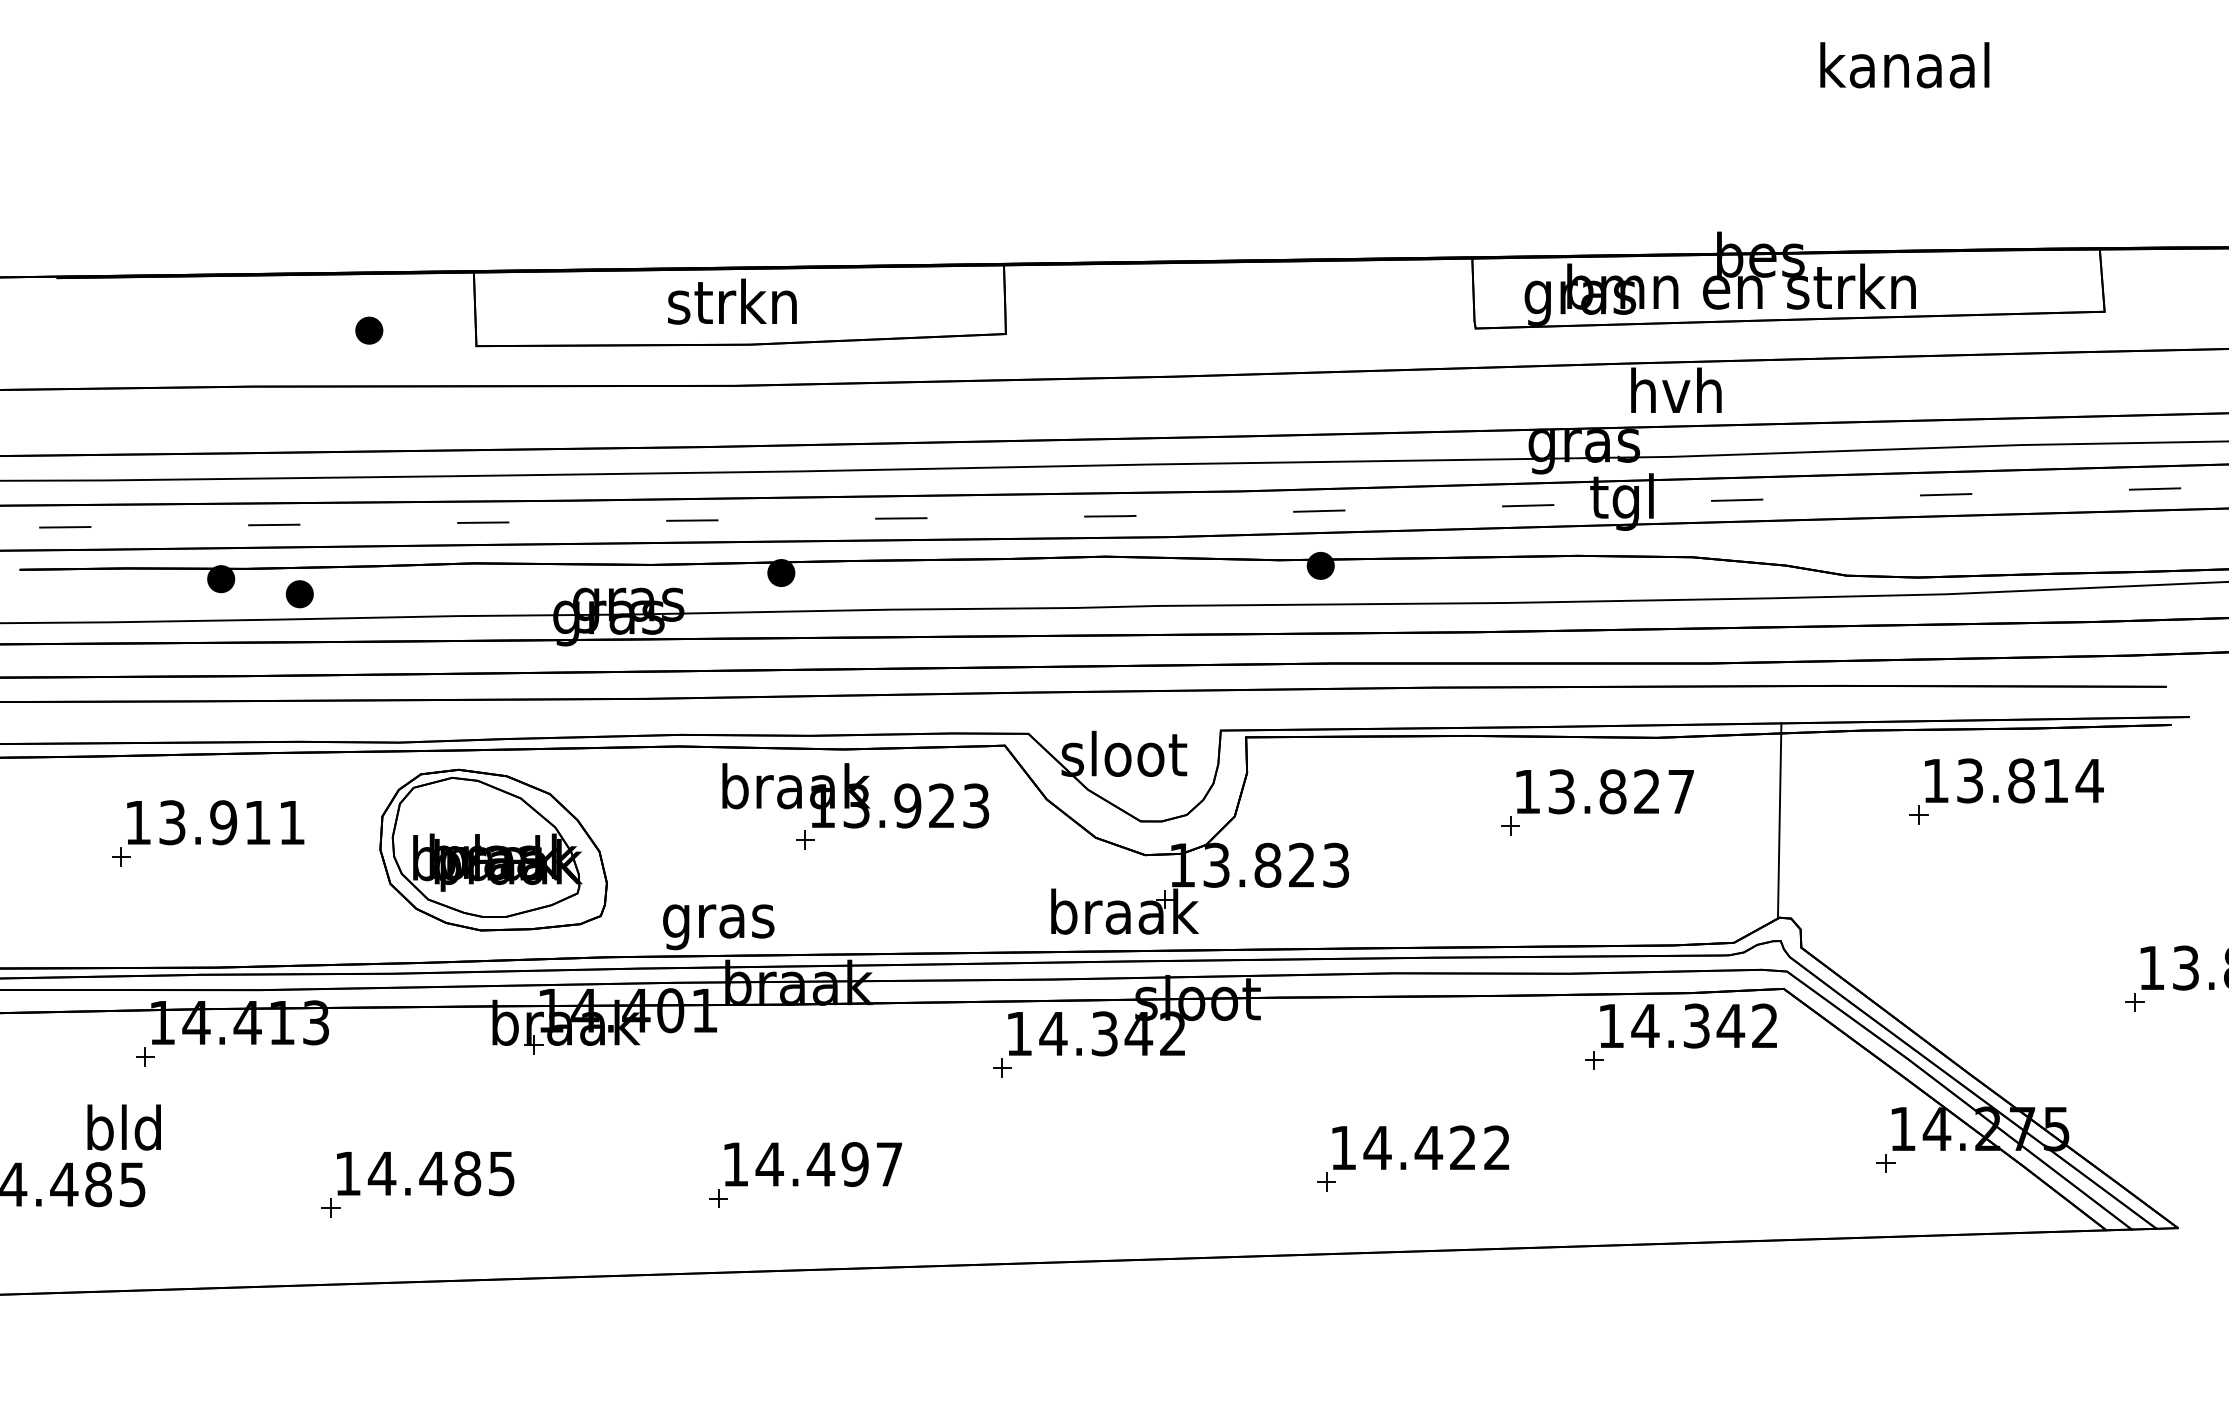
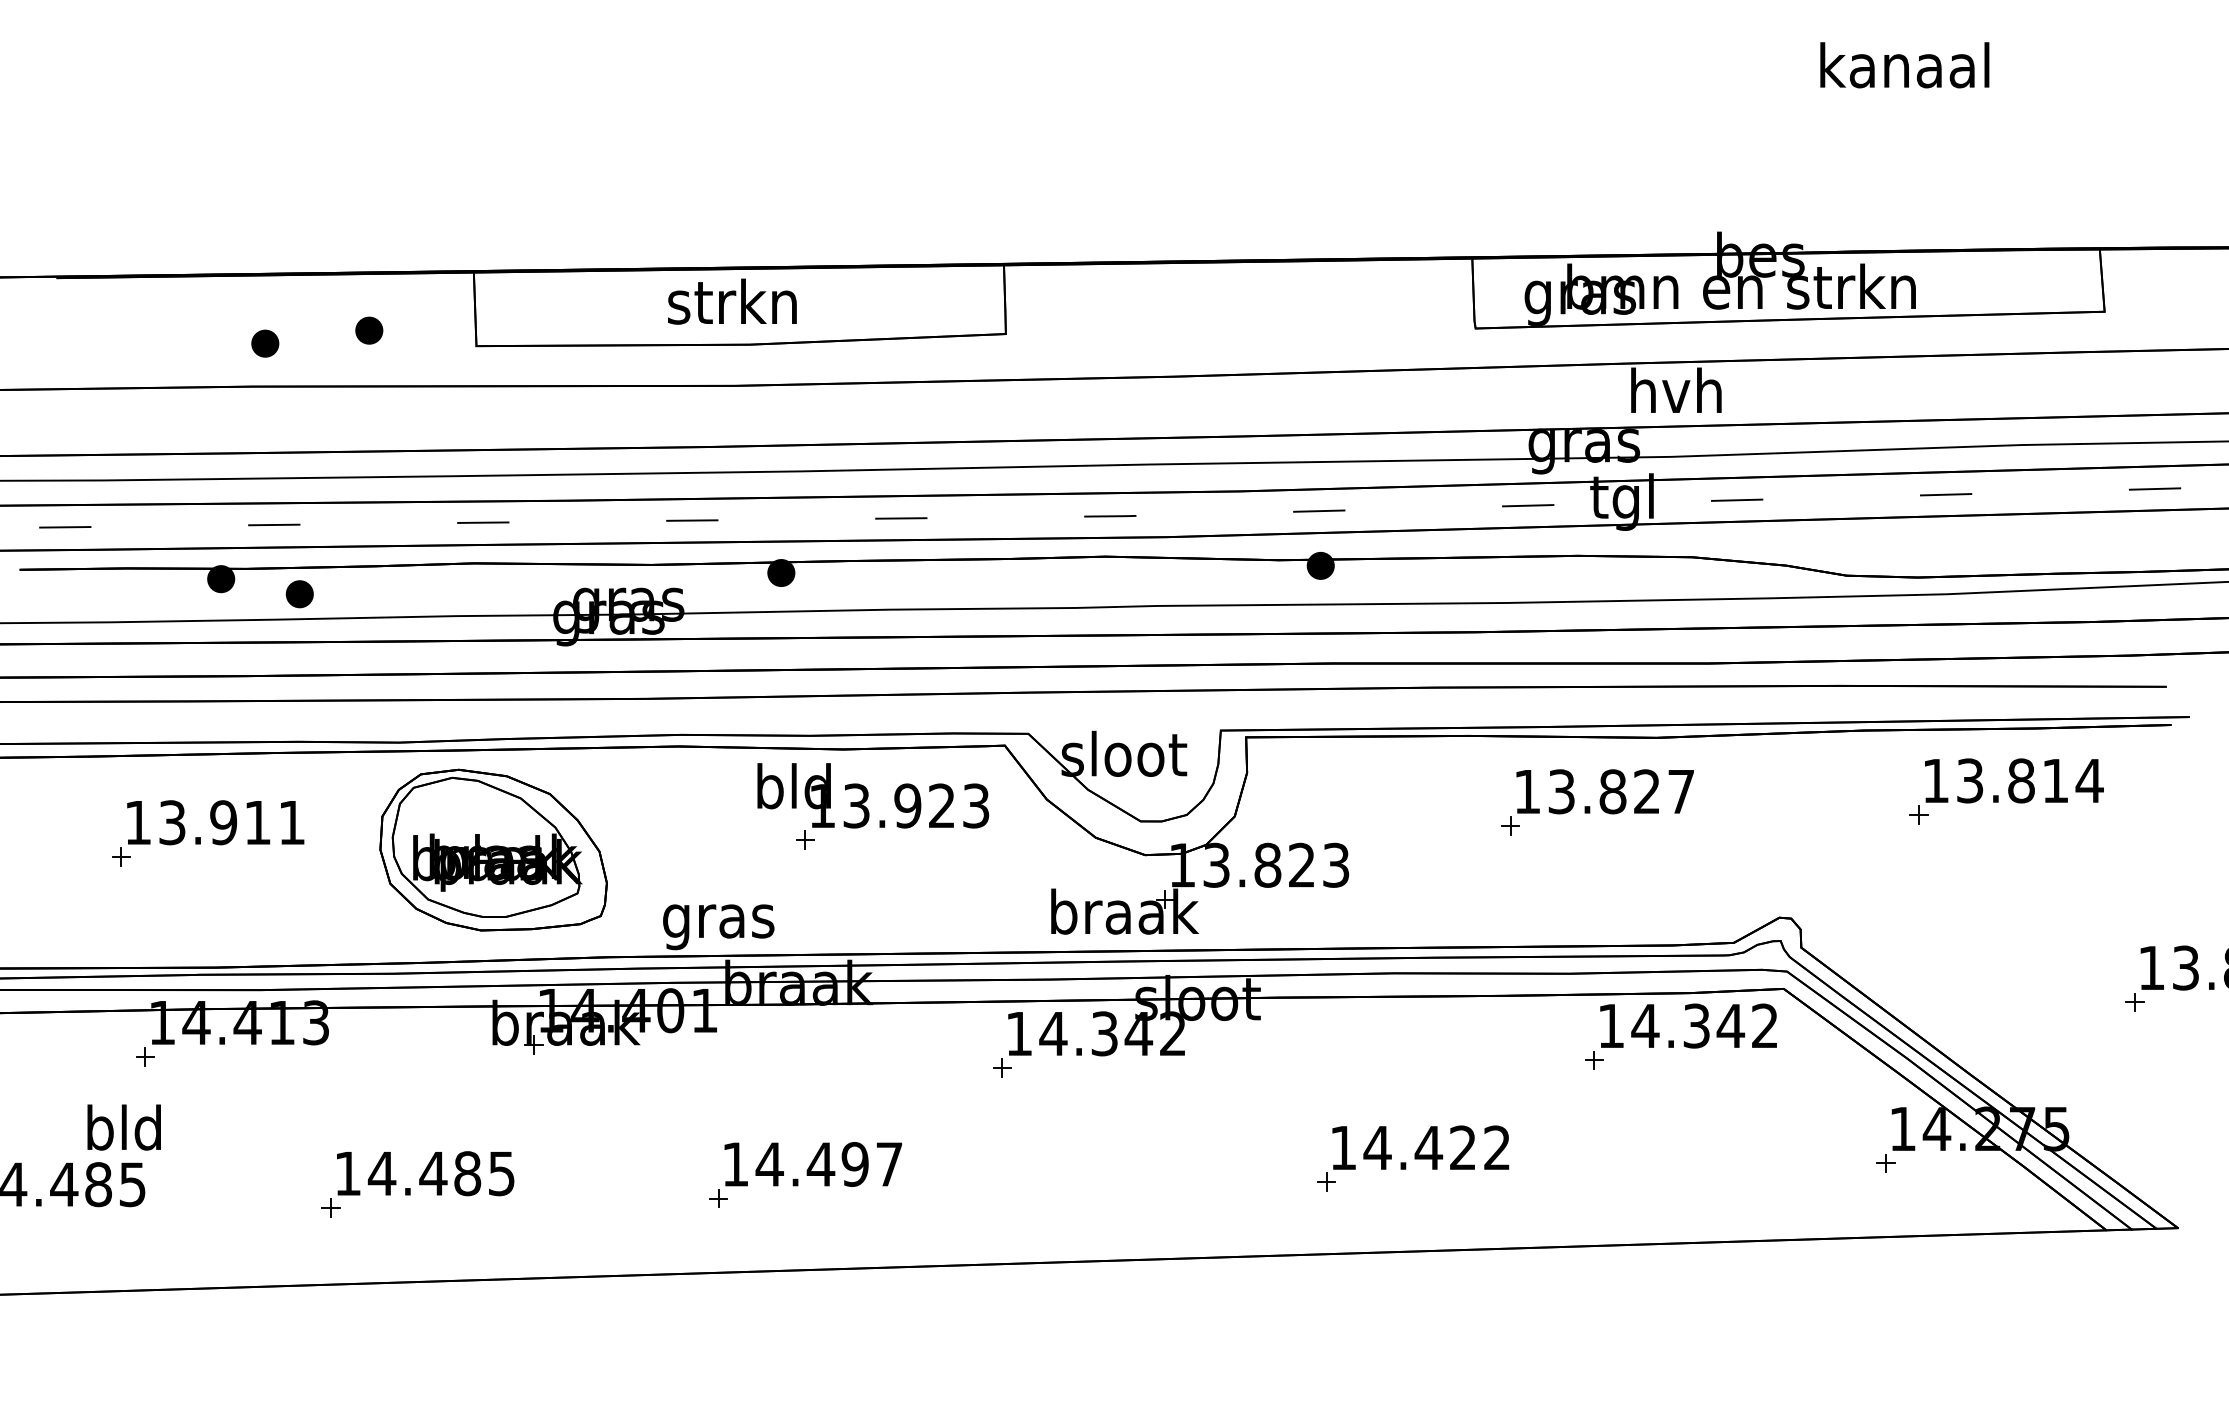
part at (265, 343): none -> present
text at (796, 786): braak -> bld
line at (1779, 820): present -> none
